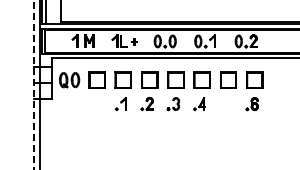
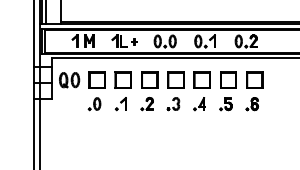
line at (33, 84): dashed -> solid
part at (94, 104): none -> present
part at (225, 104): none -> present
